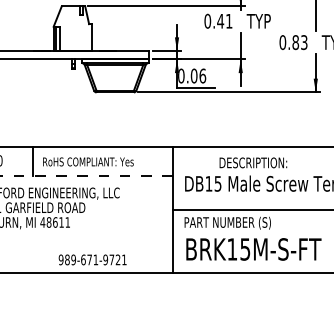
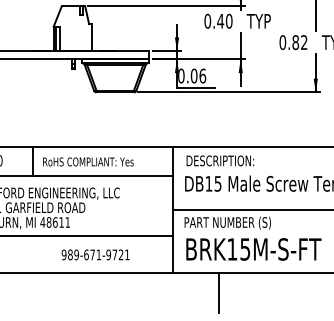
text at (228, 20): 0.41 -> 0.40
text at (304, 42): 0.83 -> 0.82
text at (253, 162) position: (253, 162) -> (220, 160)
line at (85, 176): dashed -> solid
line at (87, 236): none -> present
text at (92, 259) position: (92, 259) -> (95, 254)
line at (219, 292): none -> present
